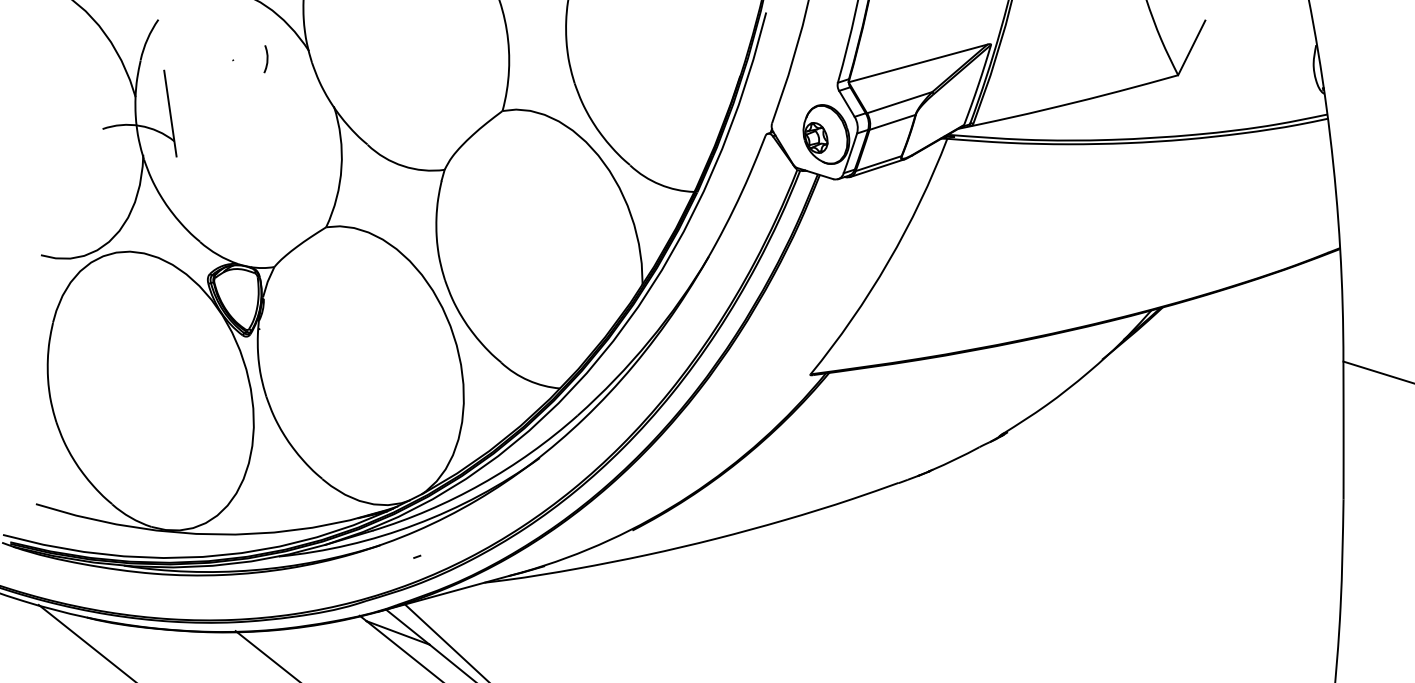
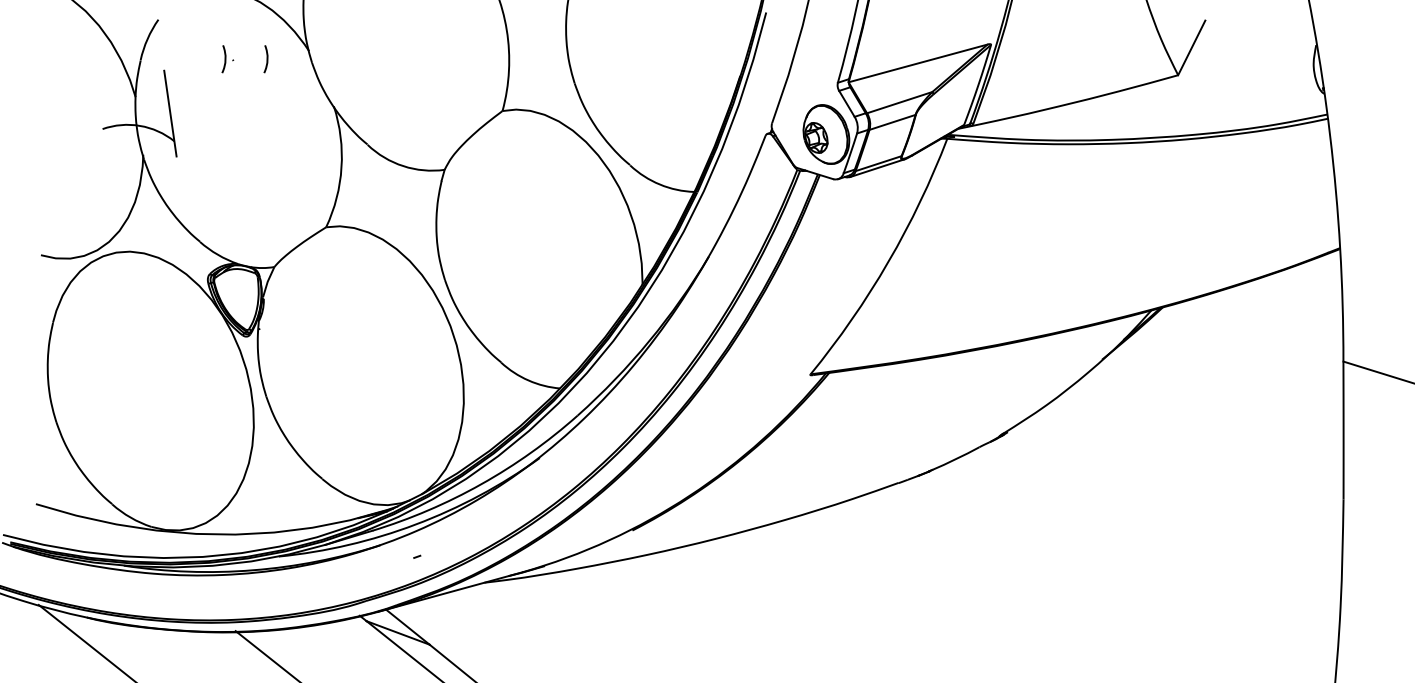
arc at (224, 59): none -> present
line at (445, 641): present -> none
